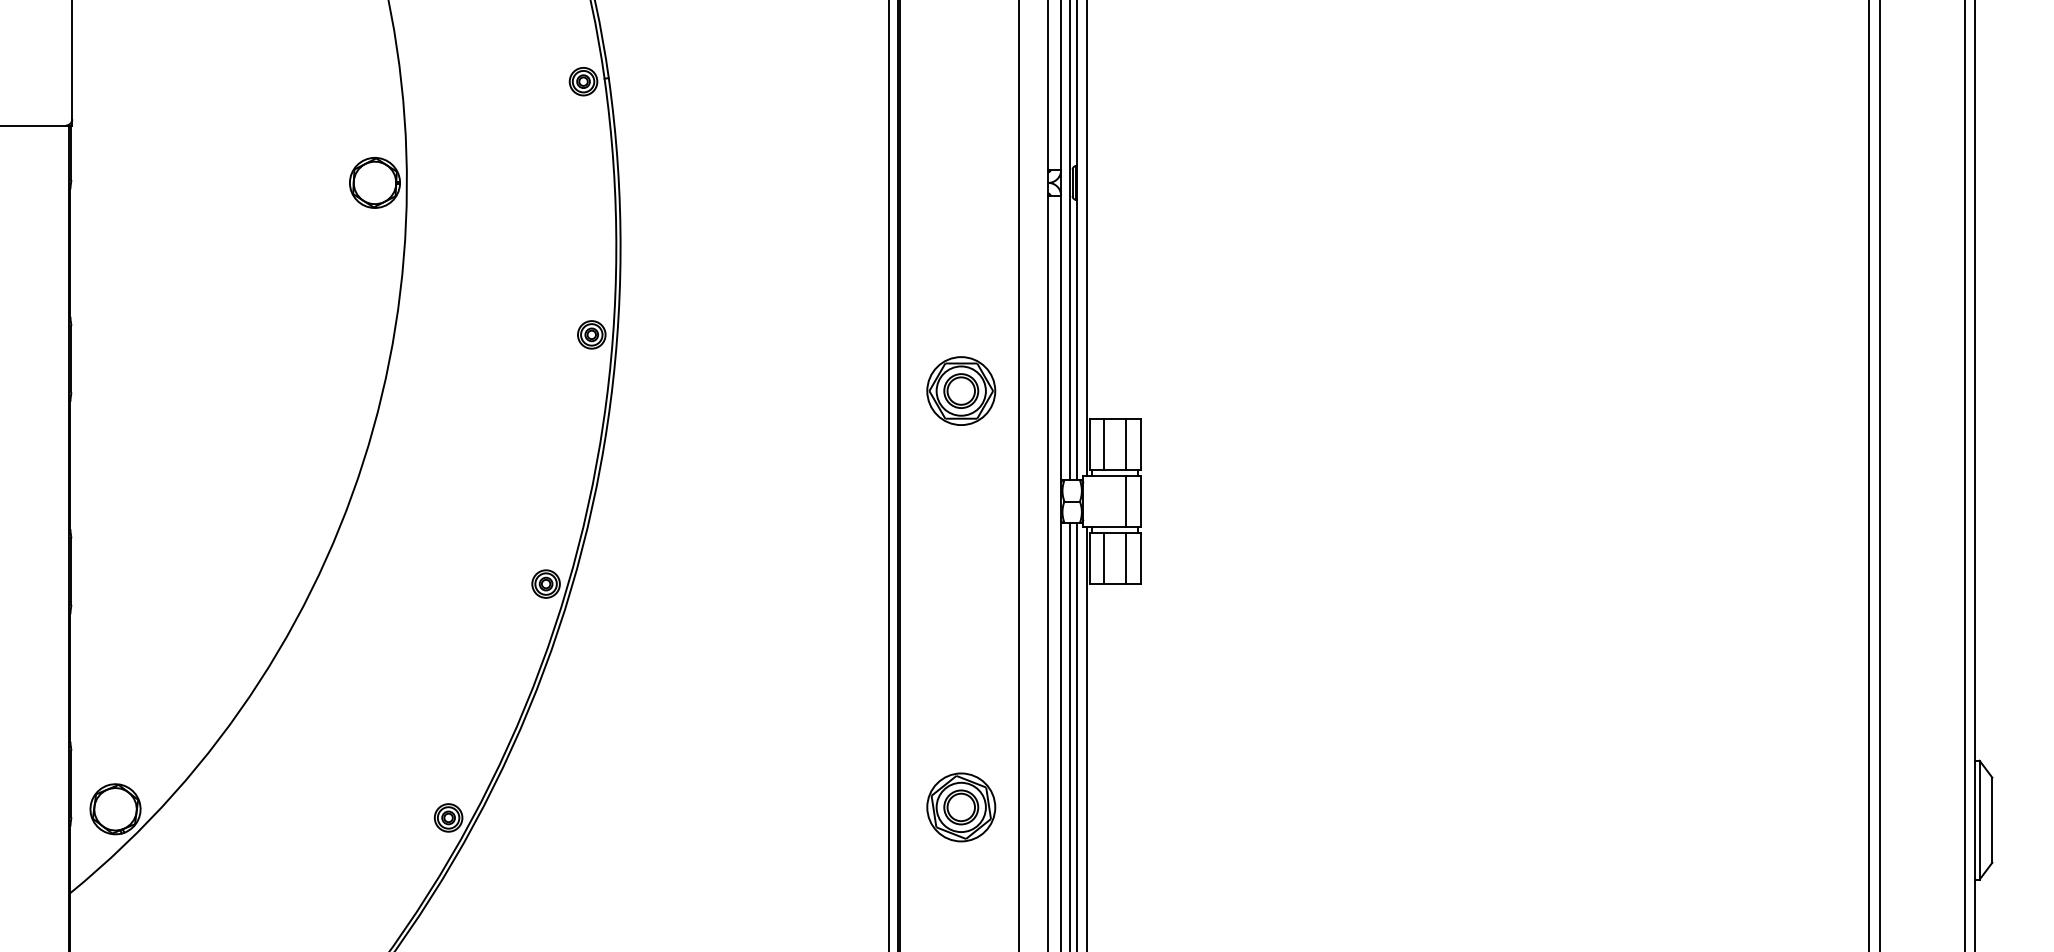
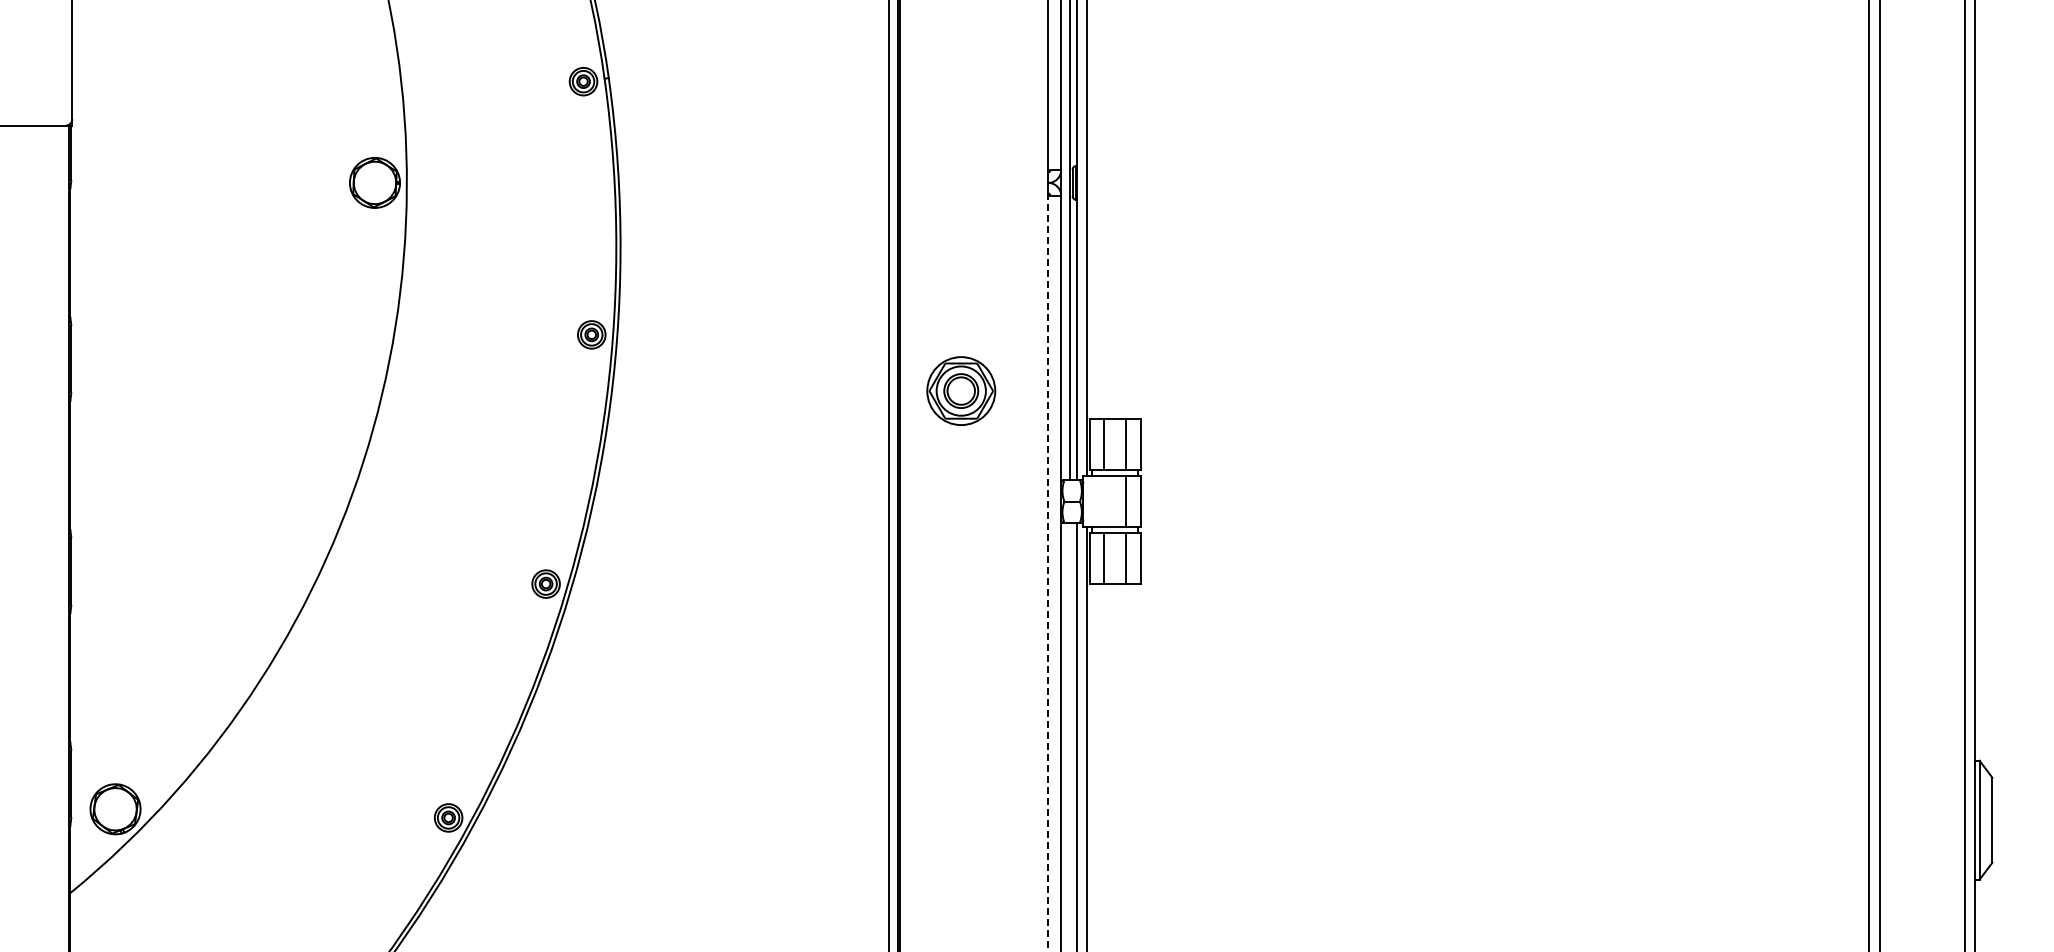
line at (1018, 475): present -> none
line at (1048, 573): solid -> dashed
line at (1069, 735): present -> none
part at (961, 807): present -> none
